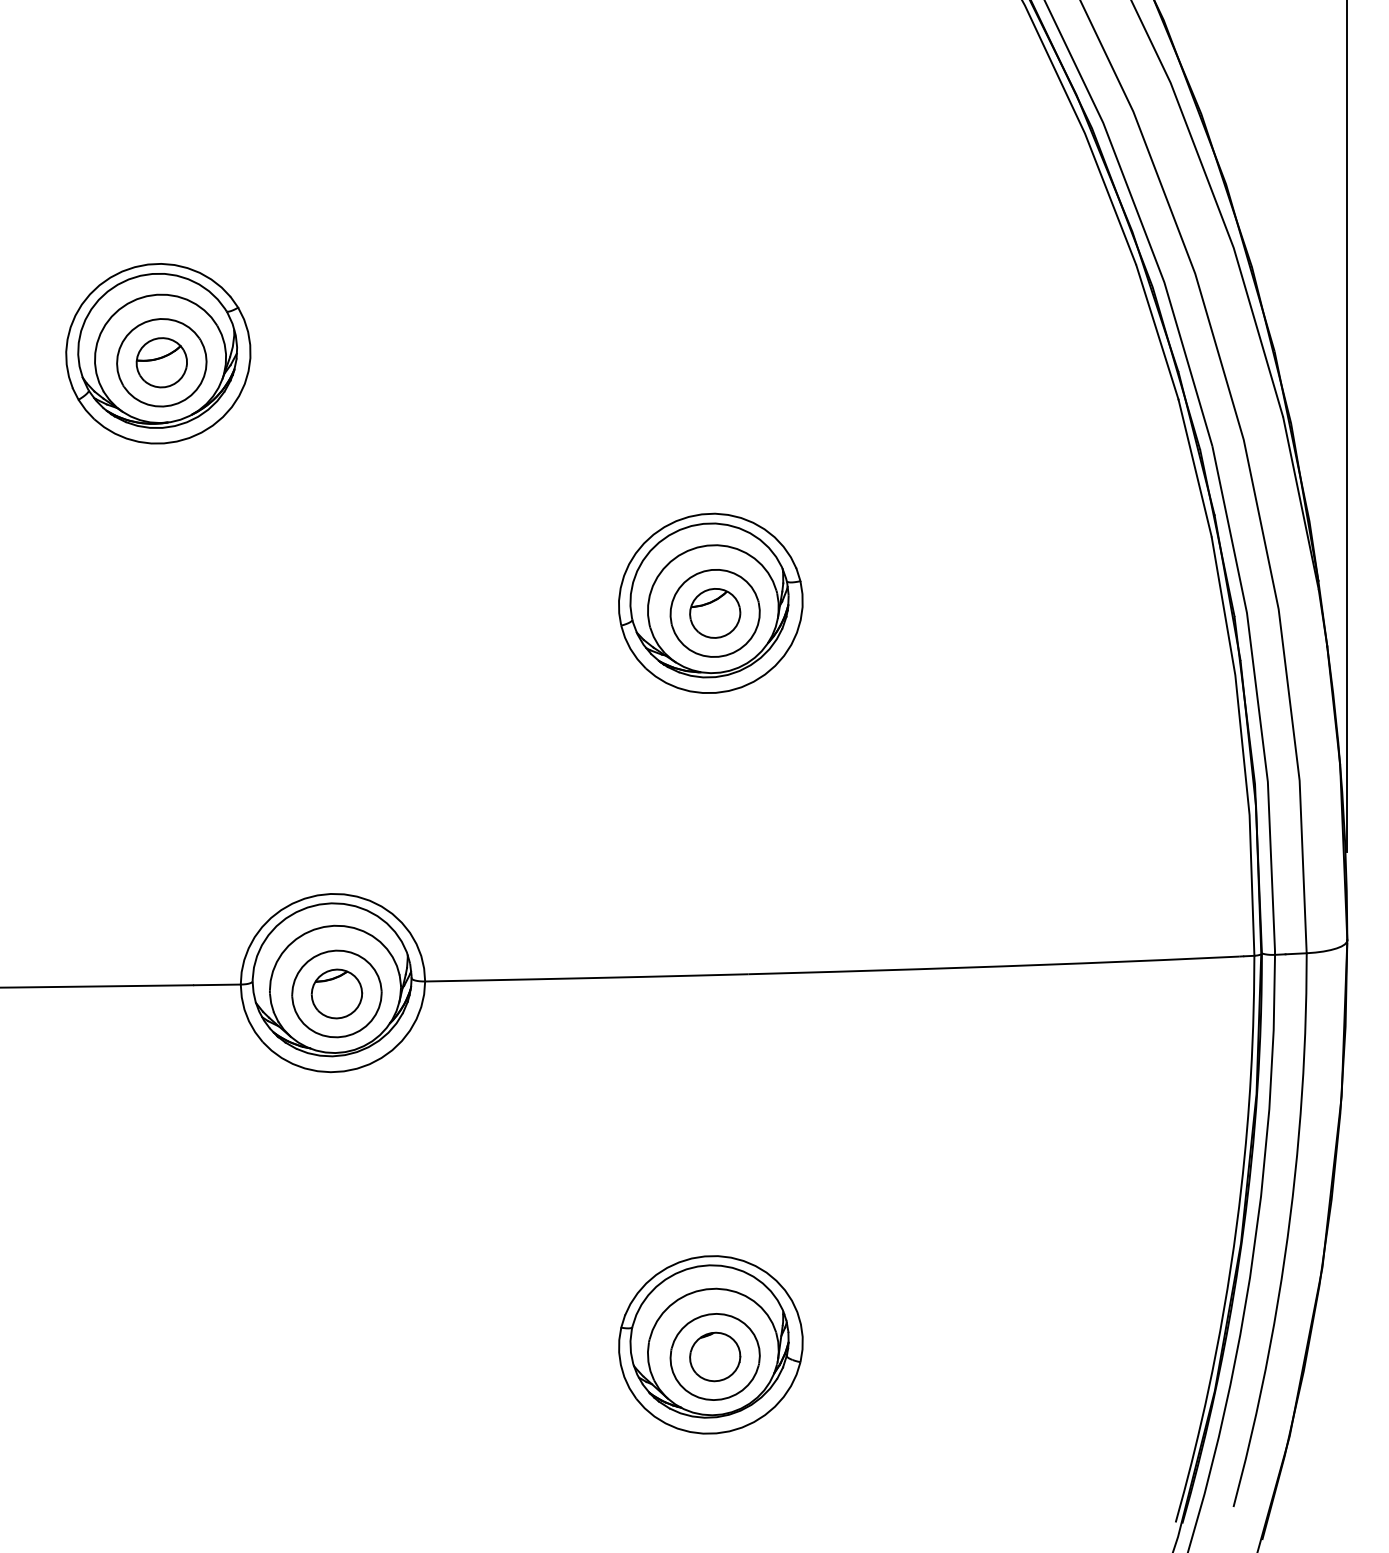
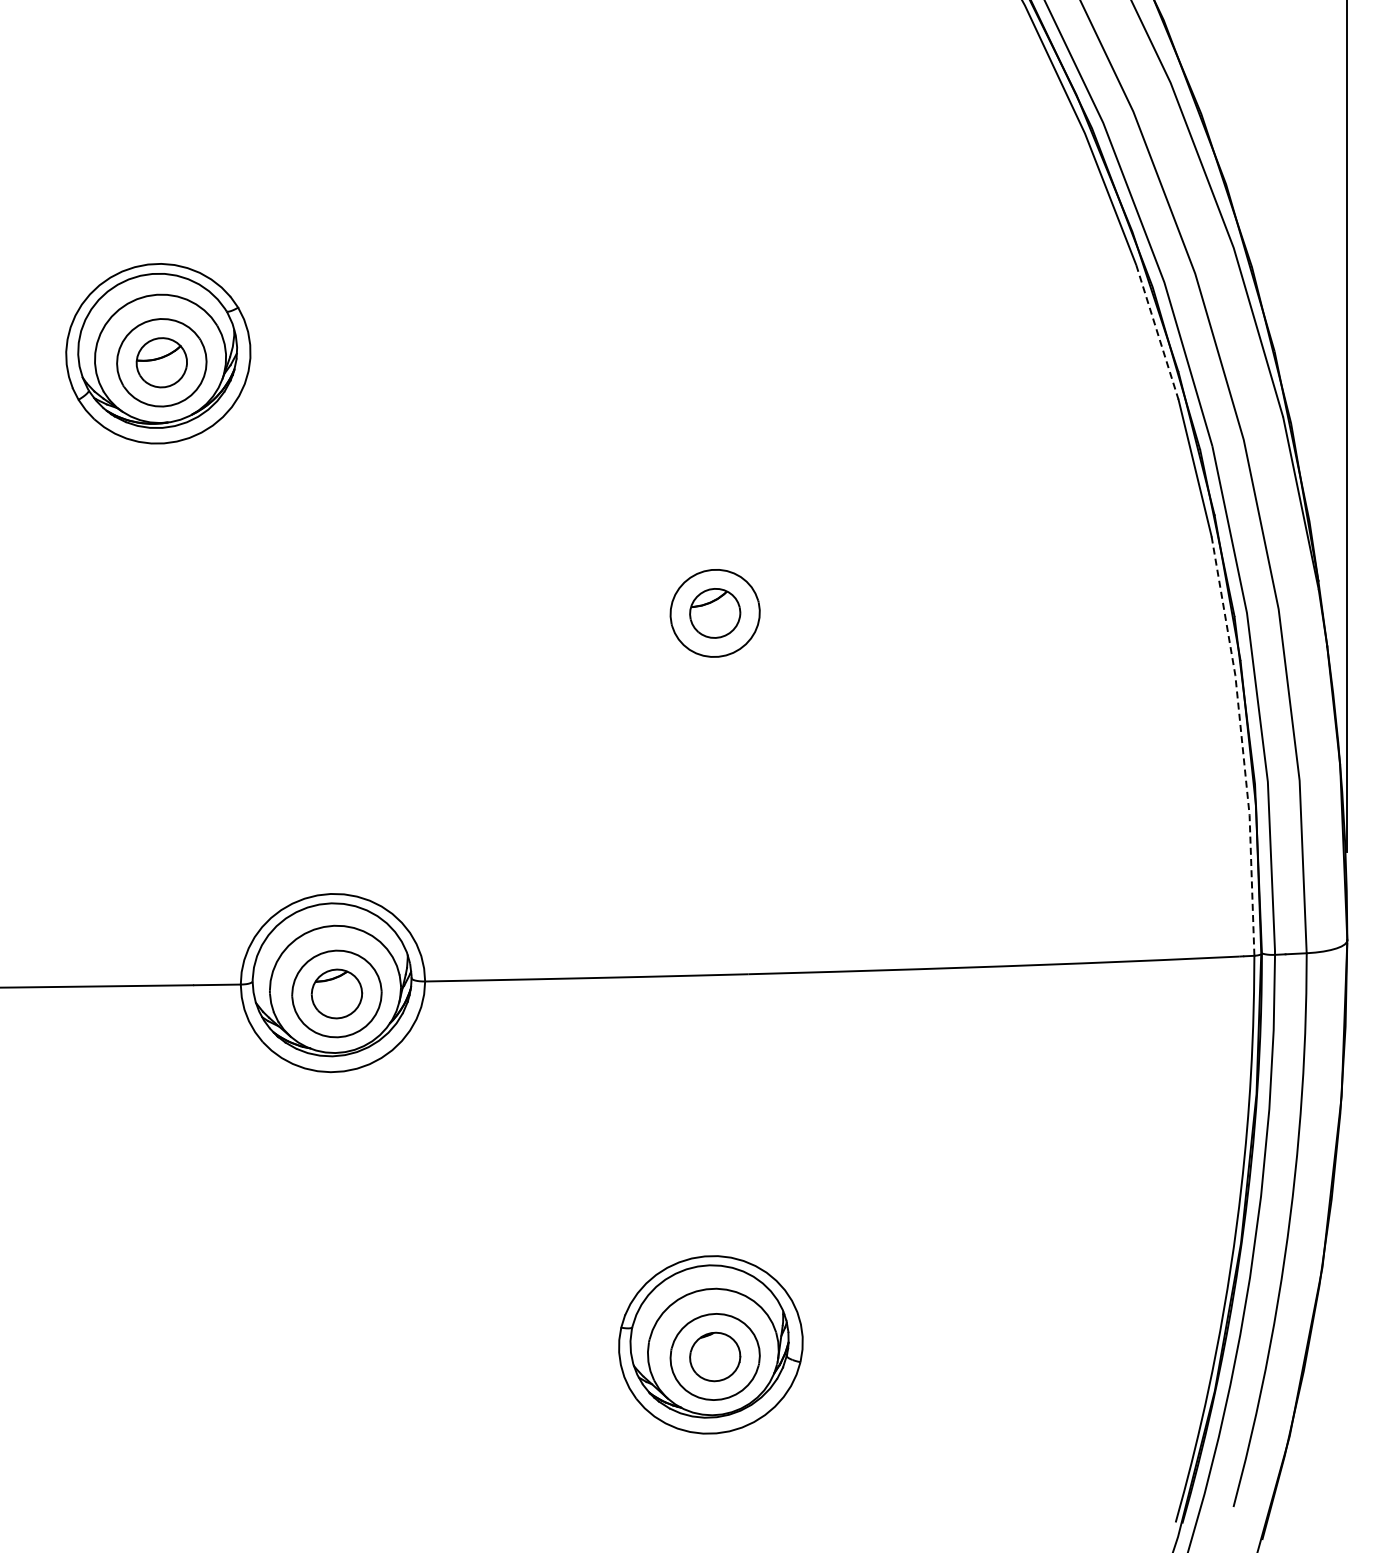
line at (1157, 332): solid -> dashed
part at (710, 602): present -> none
line at (1242, 745): solid -> dashed
